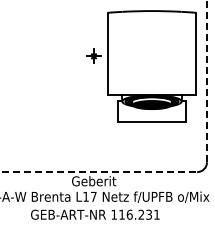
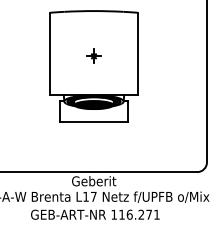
part at (151, 66) position: (151, 66) -> (93, 66)
line at (207, 81): dashed -> solid
line at (99, 172): dashed -> solid
text at (148, 214): 116.231 -> 116.271
